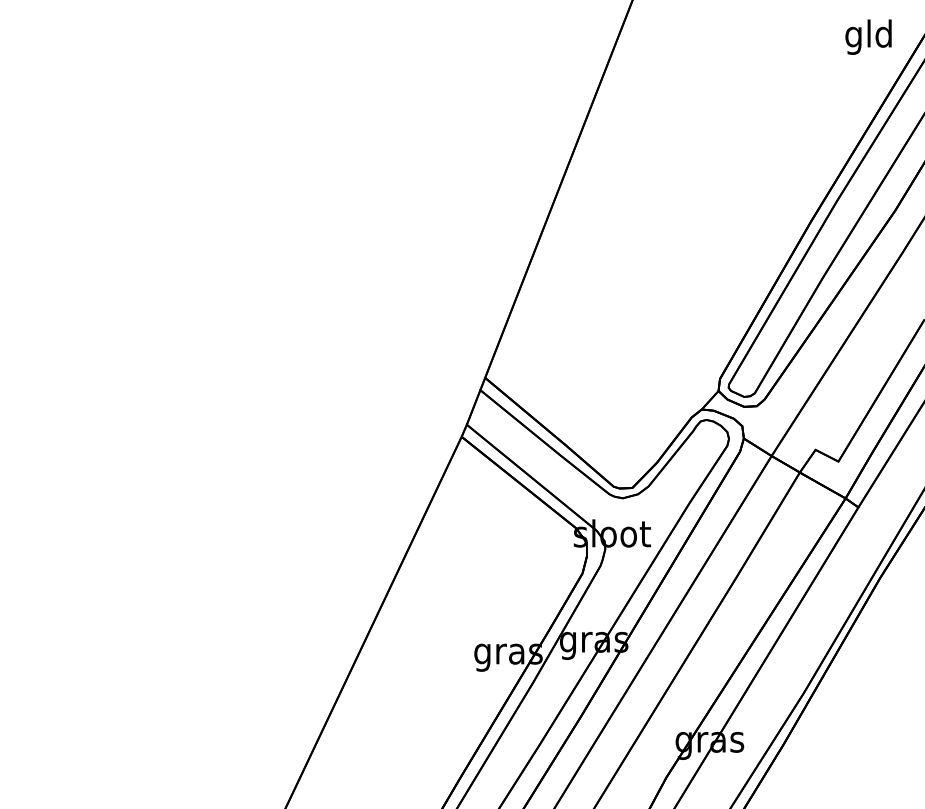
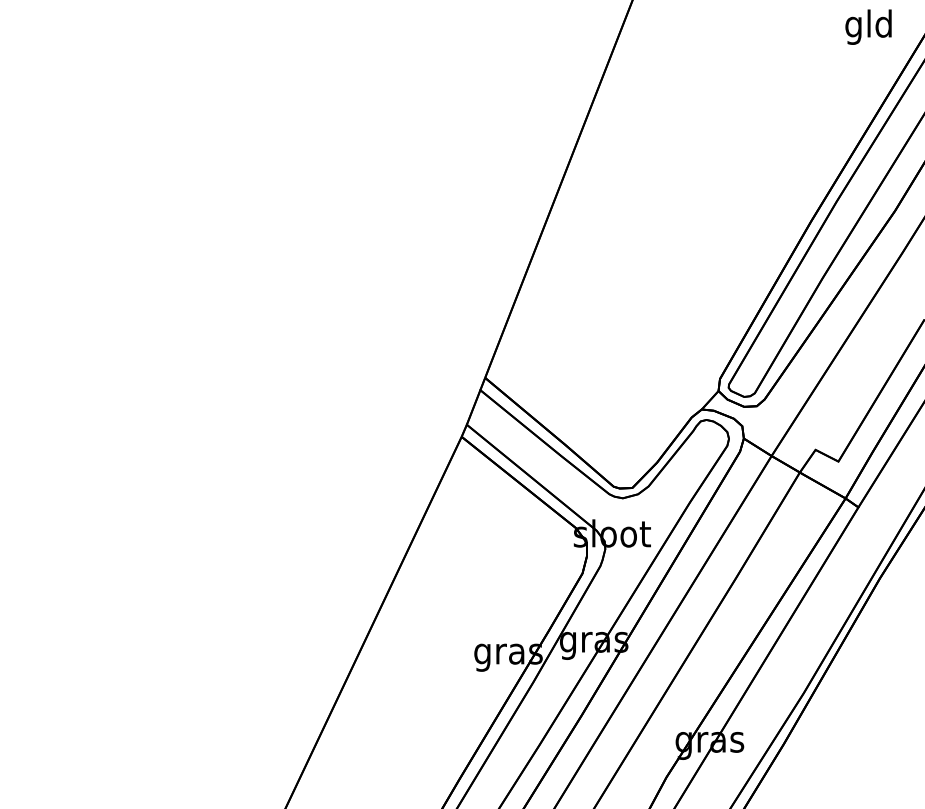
text at (868, 36) position: (868, 36) -> (868, 26)
